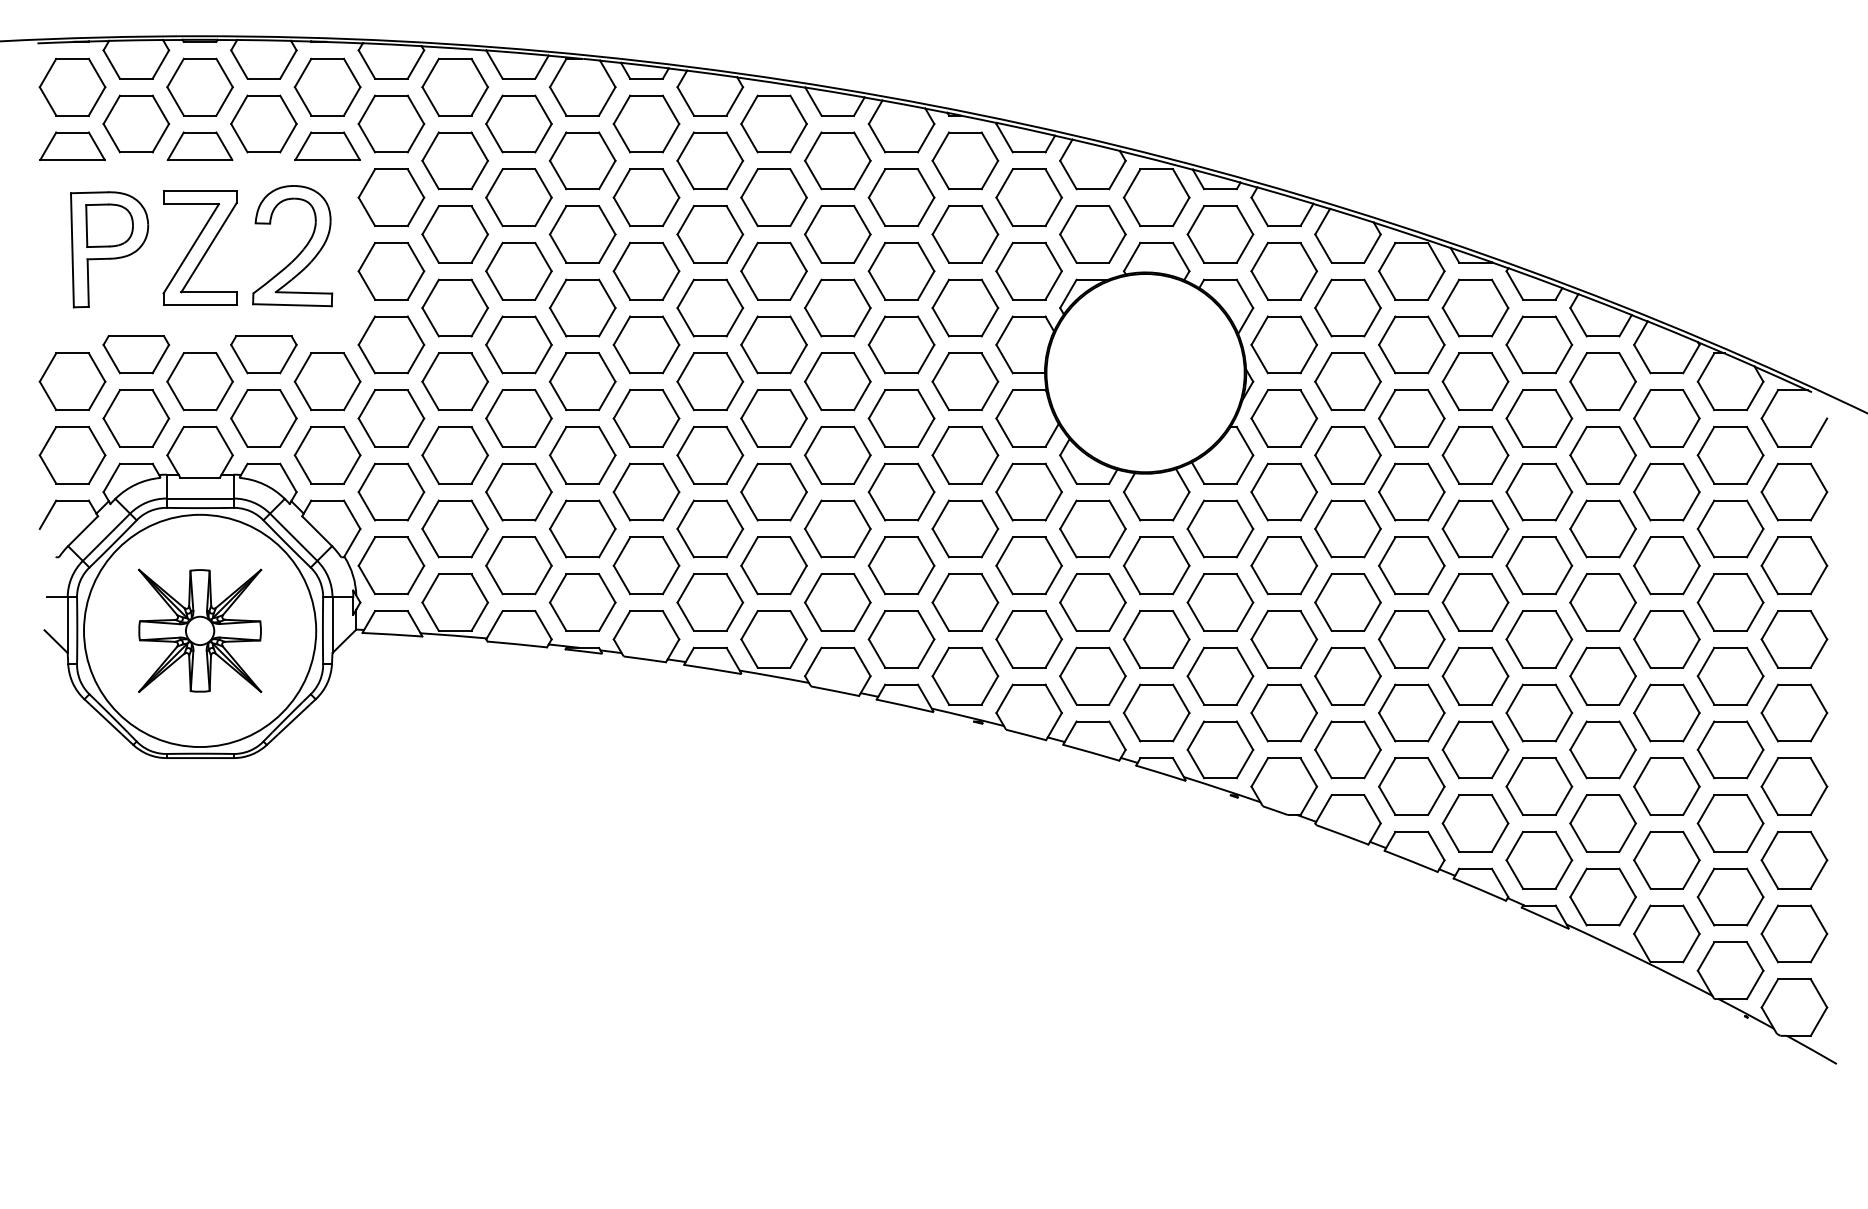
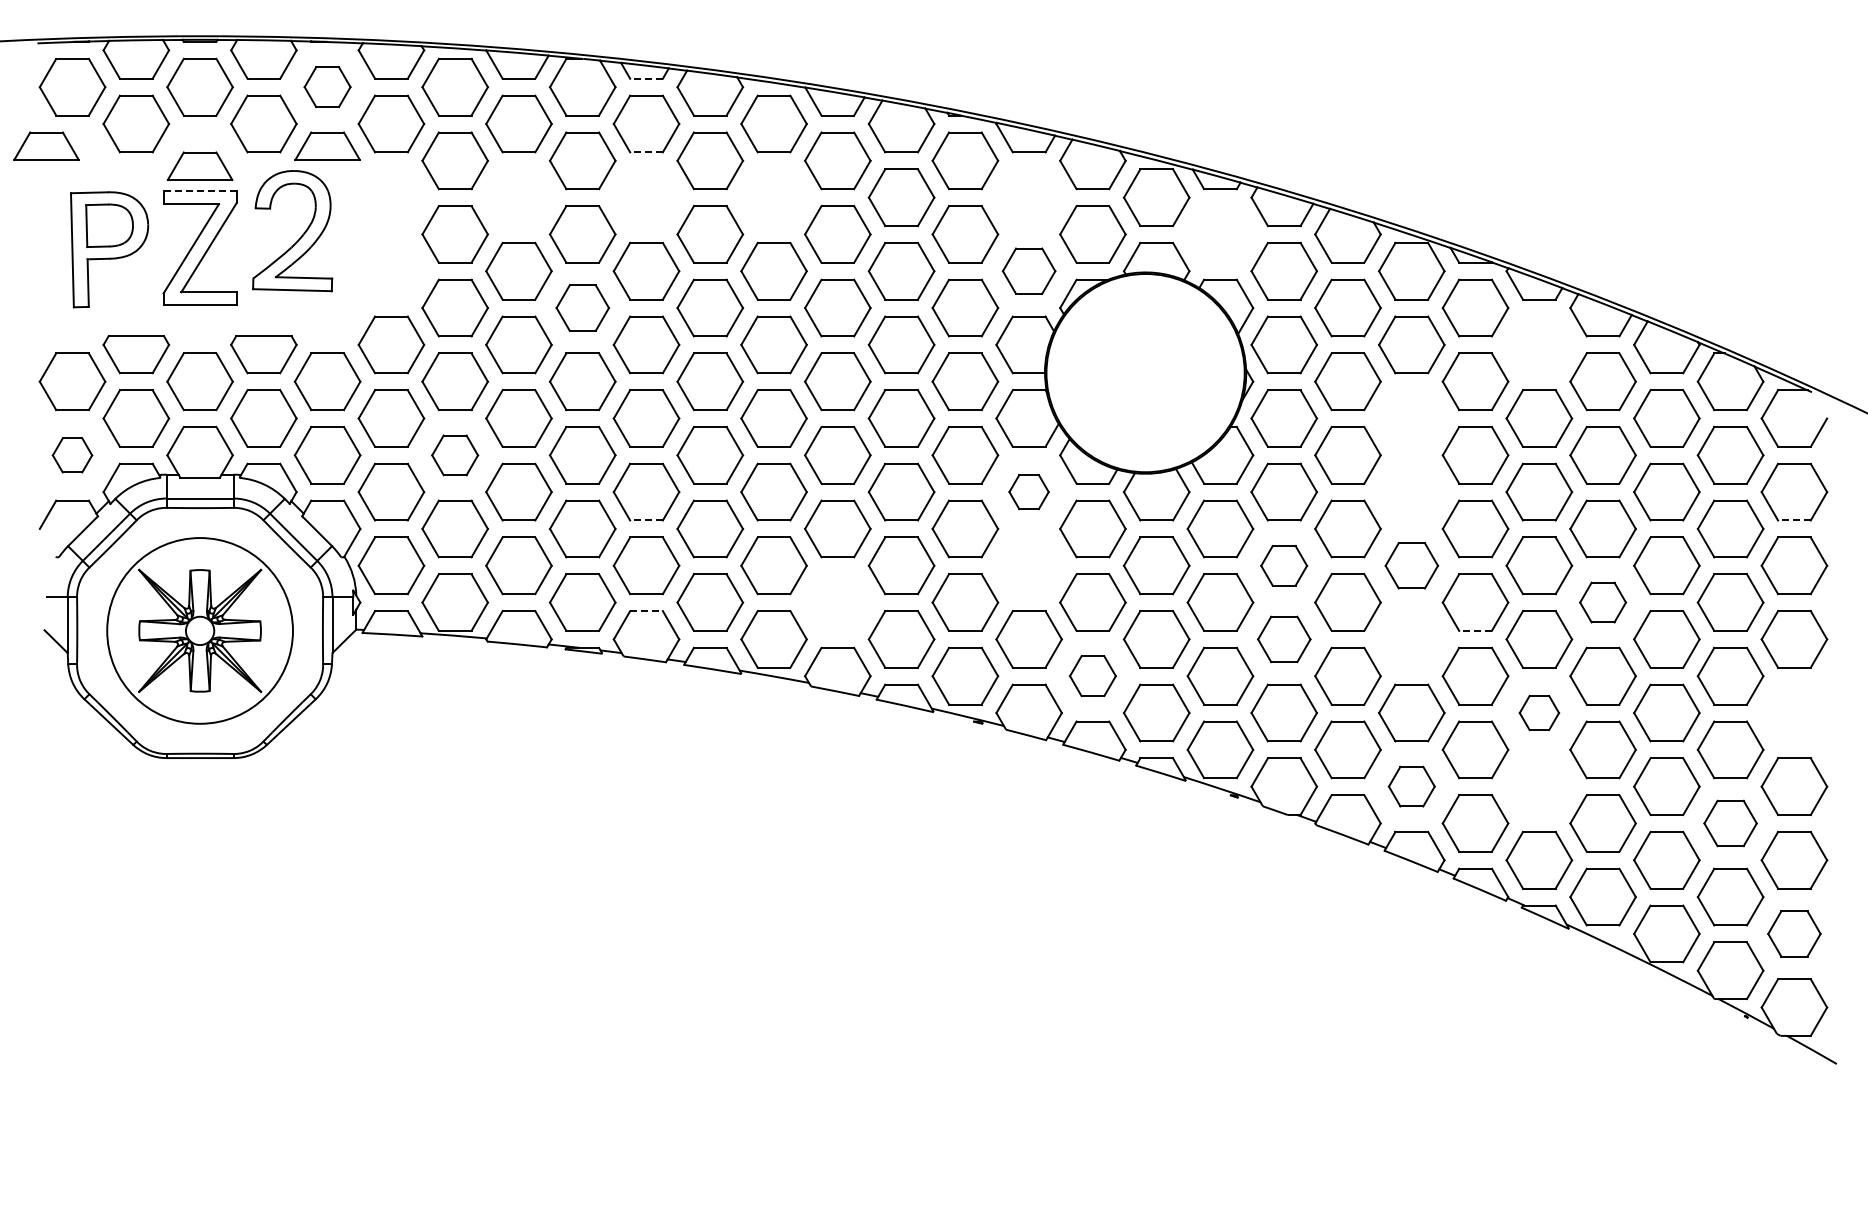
line at (646, 78): solid -> dashed
part at (327, 86) size: 69x60 px -> 49x42 px
part at (72, 145) position: (72, 145) -> (46, 145)
part at (199, 145) position: (199, 145) -> (199, 165)
line at (646, 152): solid -> dashed
line at (201, 191): solid -> dashed
part at (391, 197): present -> none
part at (518, 197): present -> none
part at (646, 197): present -> none
part at (773, 197): present -> none
part at (1028, 197): present -> none
part at (1220, 234): present -> none
part at (299, 252) position: (299, 252) -> (299, 237)
part at (1028, 270) size: 68x60 px -> 56x48 px
part at (391, 271): present -> none
part at (582, 307) size: 68x60 px -> 55x48 px
part at (1539, 344): present -> none
part at (1411, 418): present -> none
part at (72, 455) size: 69x59 px -> 43x37 px
part at (454, 455) size: 68x59 px -> 49x43 px
part at (1028, 491) size: 68x60 px -> 42x37 px
part at (1411, 491): present -> none
line at (646, 520): solid -> dashed
line at (1793, 520): solid -> dashed
part at (1028, 565): present -> none
part at (1283, 565) size: 68x60 px -> 49x42 px
part at (1411, 565) size: 68x60 px -> 56x48 px
part at (837, 602): present -> none
part at (1602, 602) size: 68x59 px -> 49x43 px
line at (647, 611): solid -> dashed
circle at (200, 630) diameter: 232 px -> 186 px
line at (1475, 630): solid -> dashed
part at (1284, 639) size: 69x59 px -> 55x49 px
part at (1411, 639): present -> none
part at (1092, 675) size: 68x60 px -> 48x42 px
part at (1539, 712) size: 69x60 px -> 43x37 px
part at (1794, 712): present -> none
part at (1411, 786) size: 68x59 px -> 49x43 px
part at (1539, 786): present -> none
part at (1730, 823) size: 69x59 px -> 55x49 px
part at (1794, 933) size: 69x60 px -> 55x48 px
